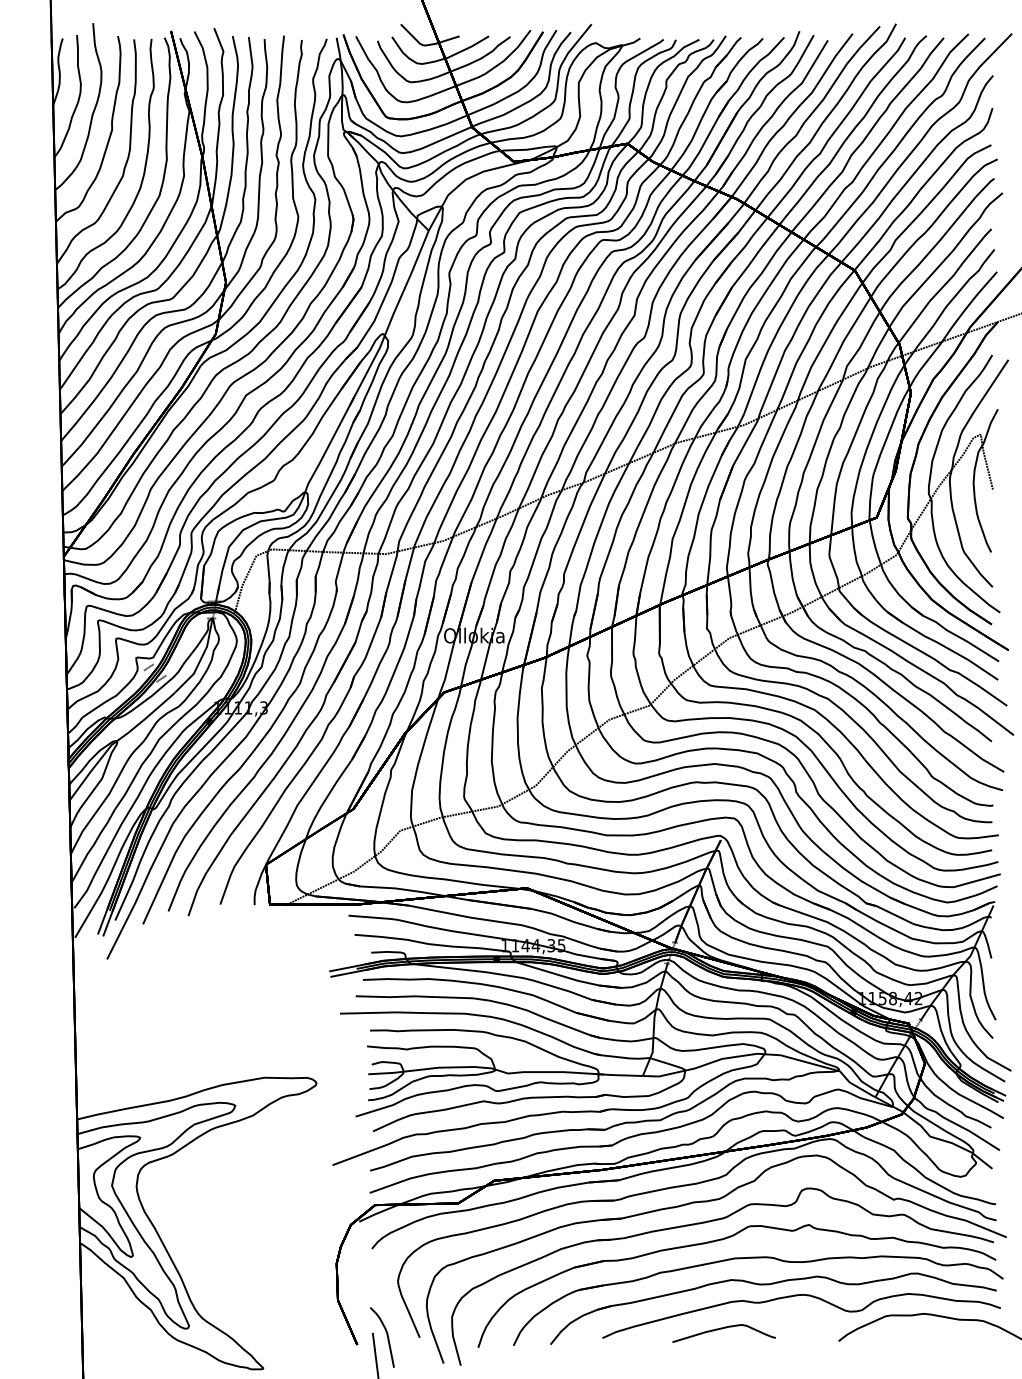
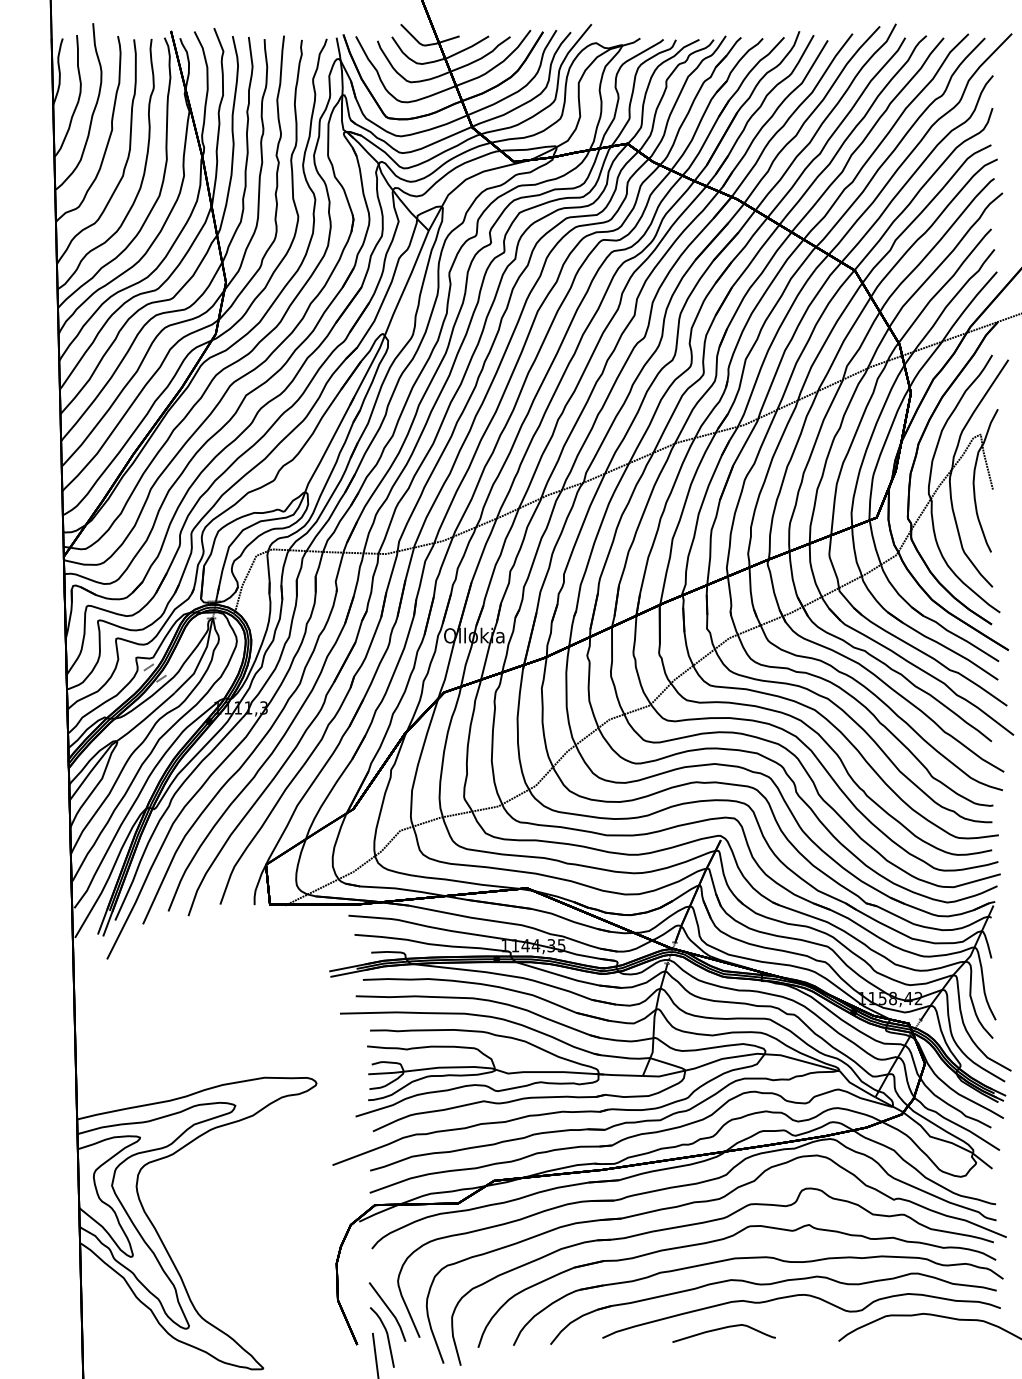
line at (388, 1310): none -> present
